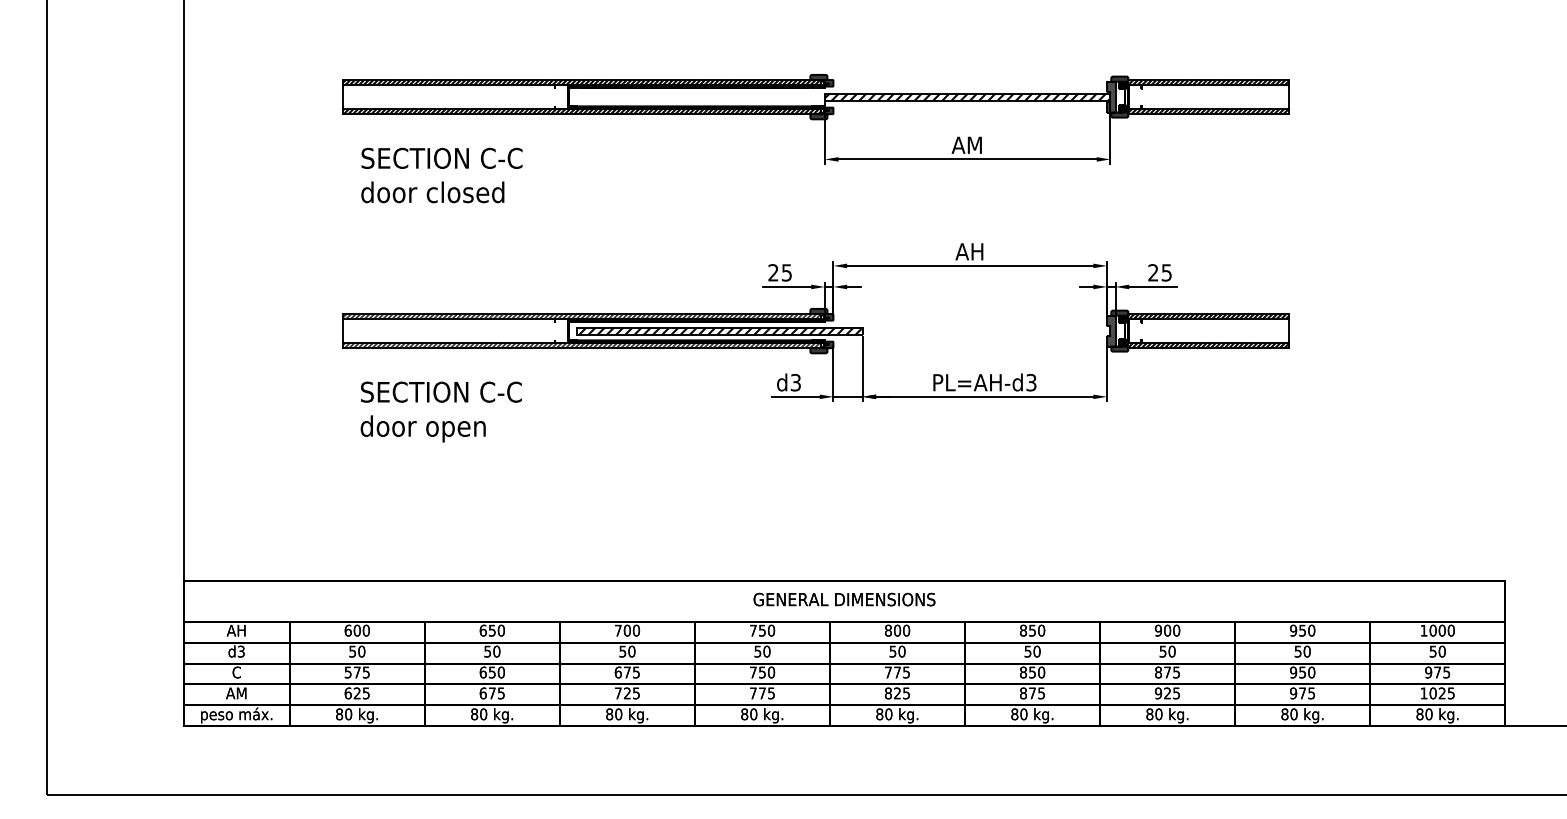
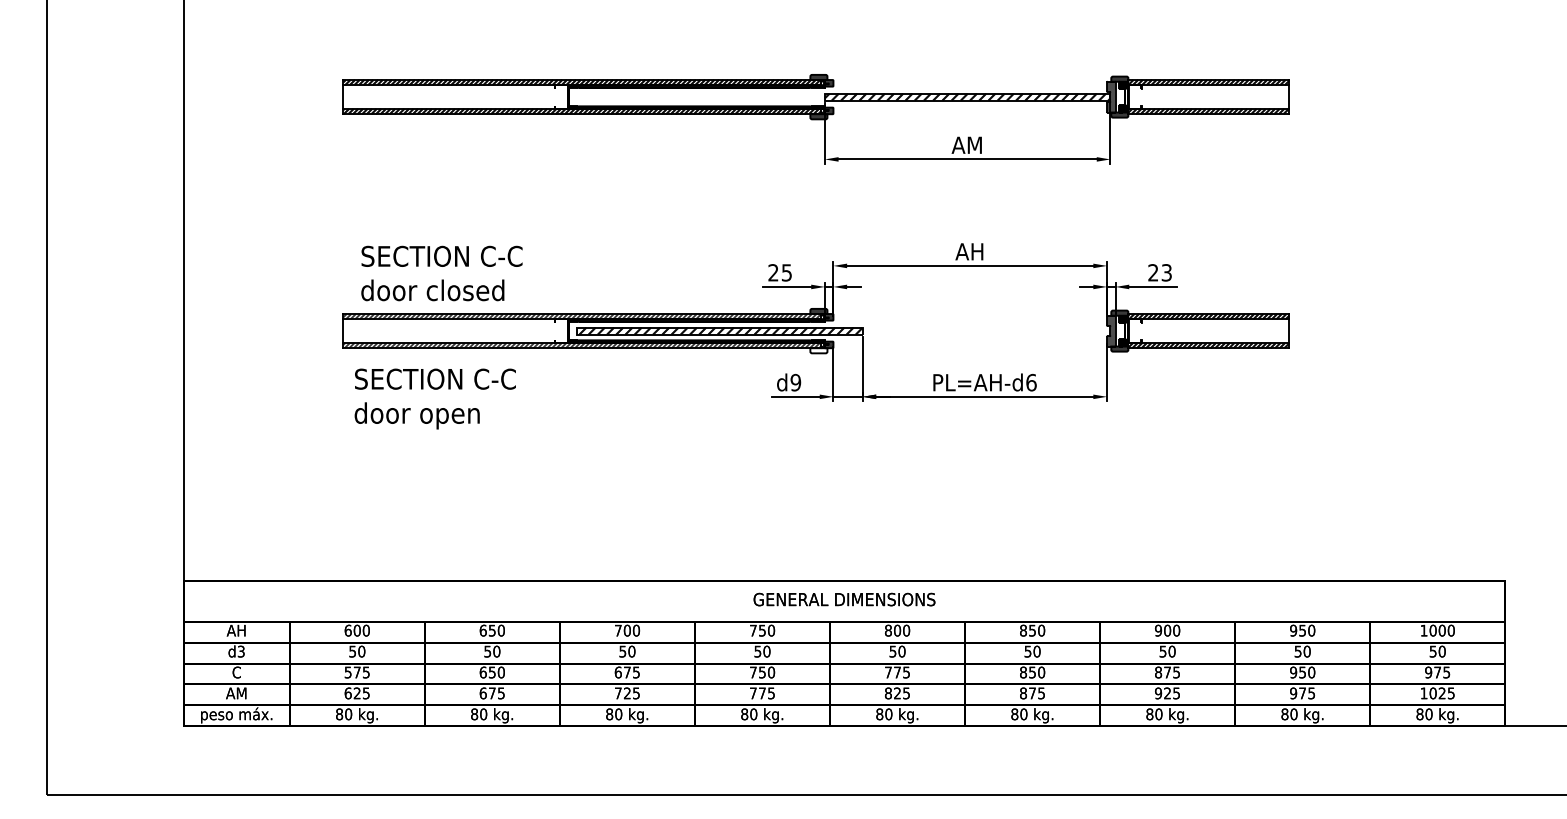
text at (441, 175) position: (441, 175) -> (441, 273)
text at (1166, 272): 25 -> 23
fill at (818, 350): present -> none
text at (795, 382): d3 -> d9
text at (1031, 382): PL=AH-d3 -> PL=AH-d6
text at (440, 411) position: (440, 411) -> (434, 398)
